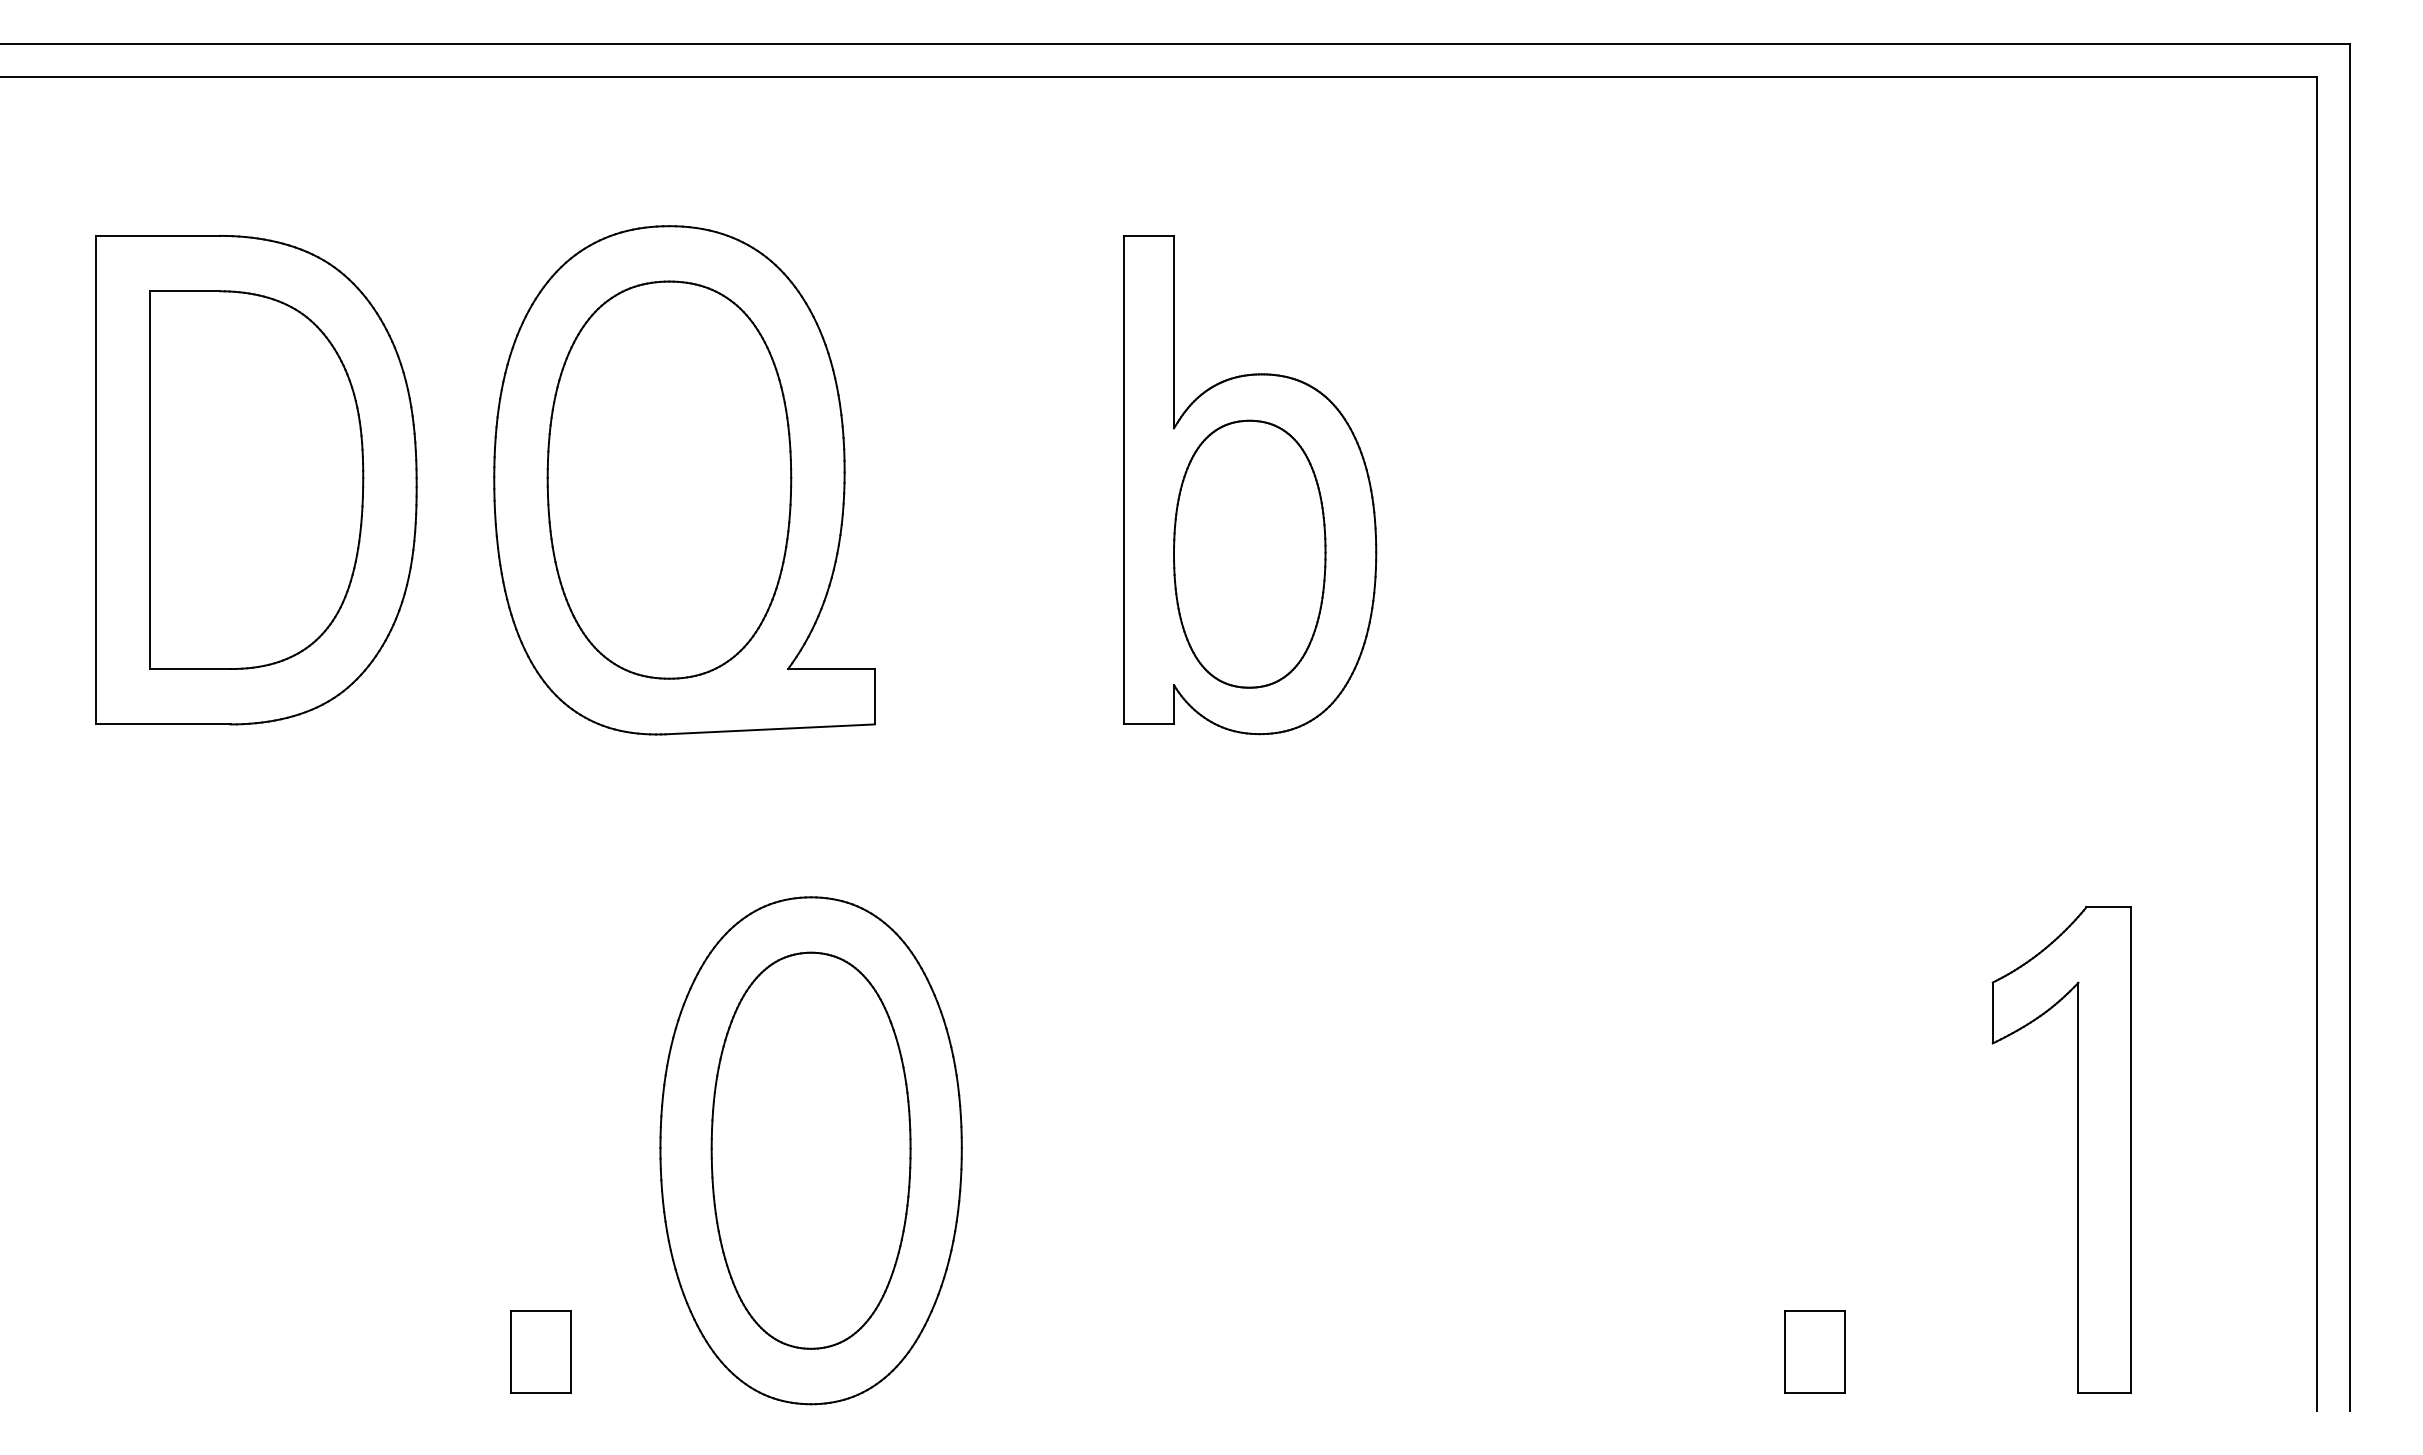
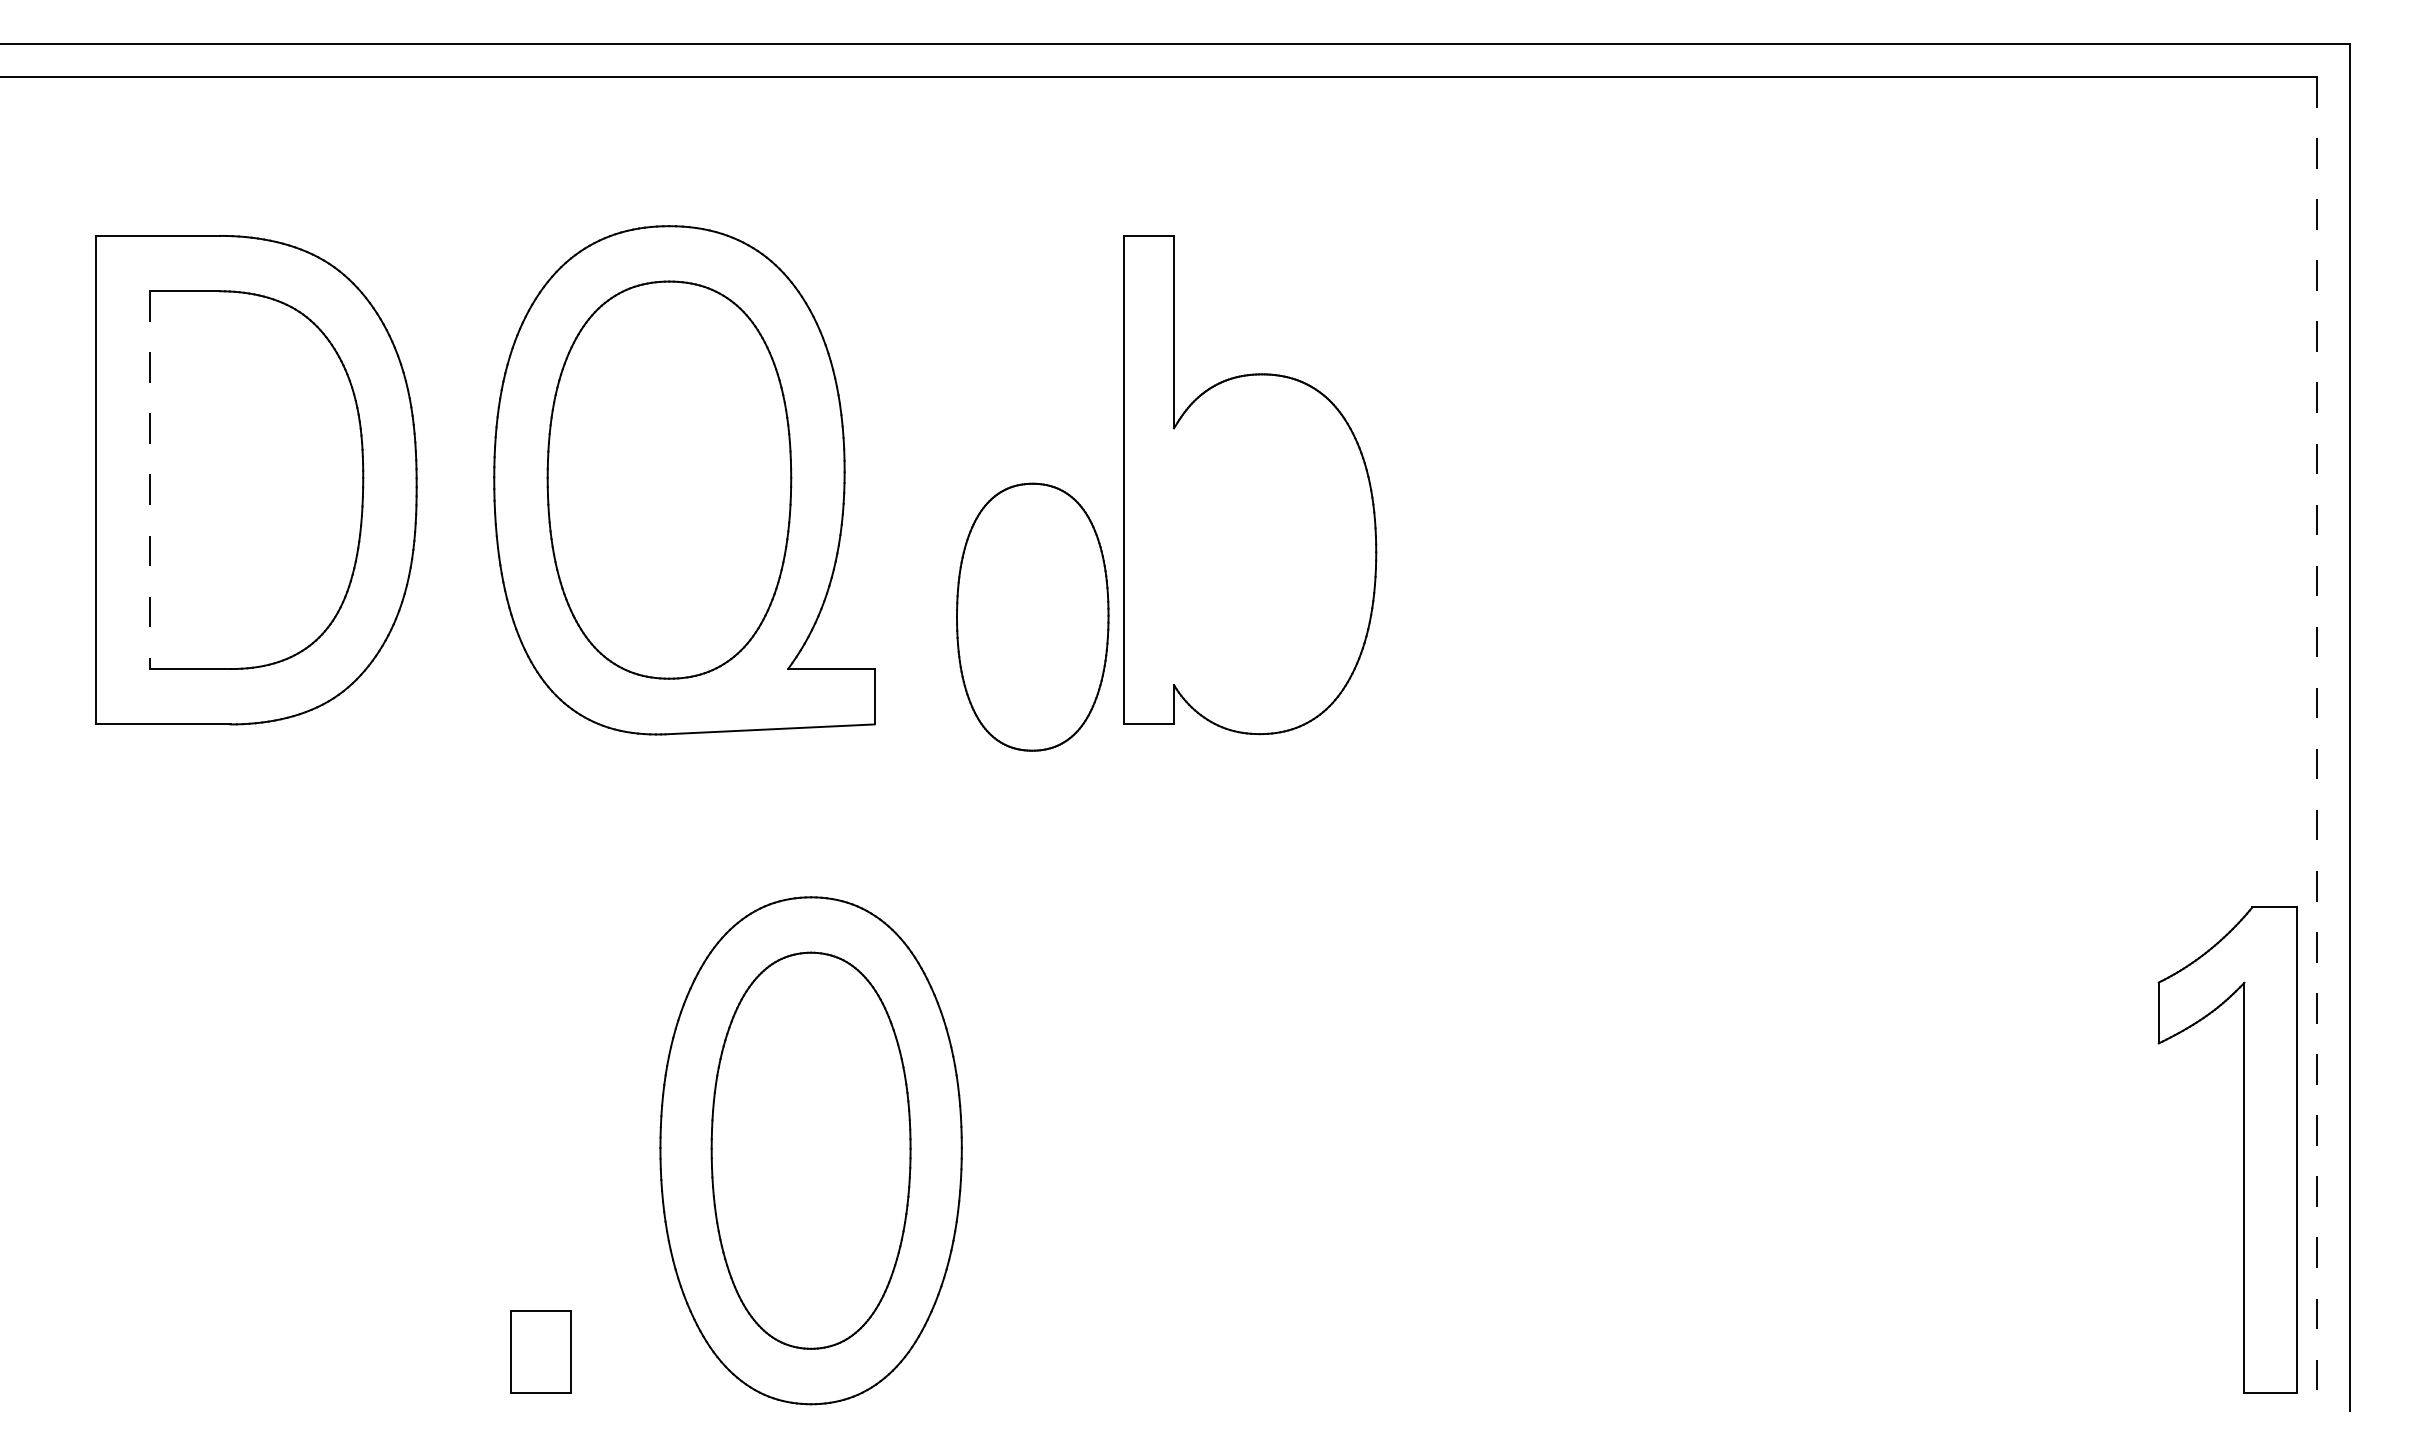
line at (149, 480): solid -> dashed
part at (1249, 553) position: (1249, 553) -> (1032, 616)
line at (2316, 744): solid -> dashed
part at (2077, 1149) position: (2077, 1149) -> (2243, 1149)
part at (1814, 1351): present -> none
